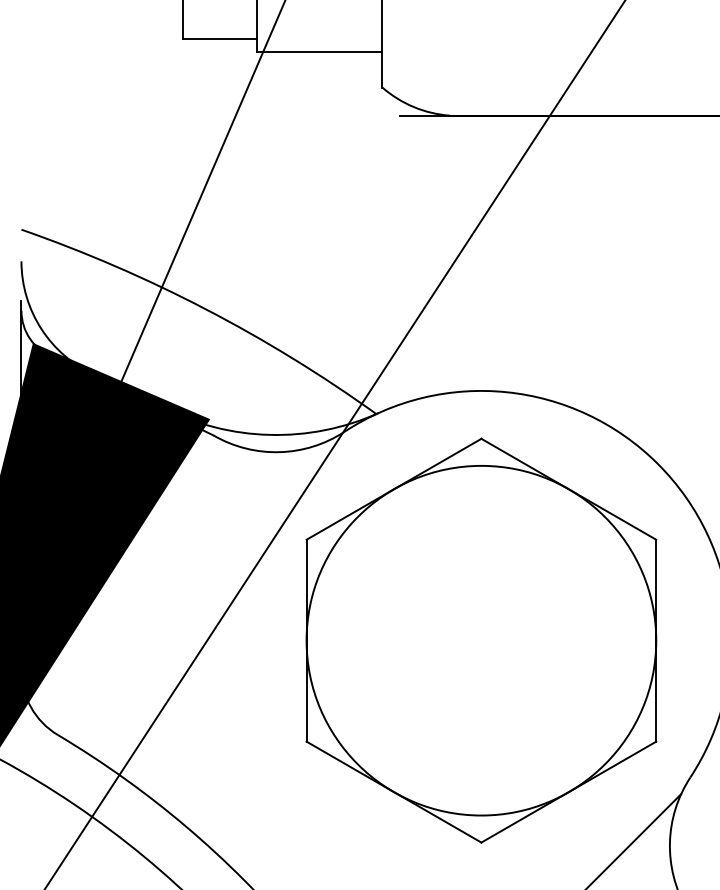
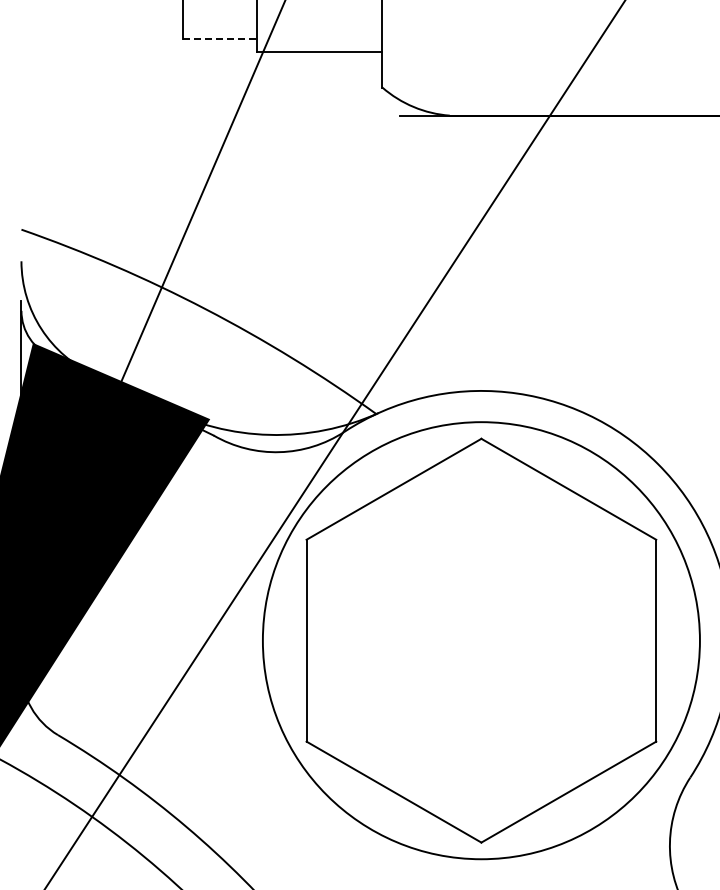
line at (220, 39): solid -> dashed
circle at (481, 640) diameter: 350 px -> 437 px
line at (635, 840): present -> none
